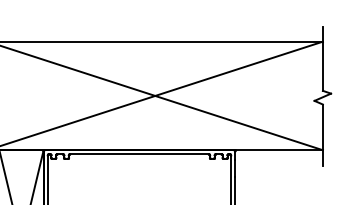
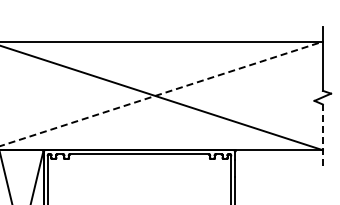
line at (161, 93): solid -> dashed
line at (322, 135): solid -> dashed
